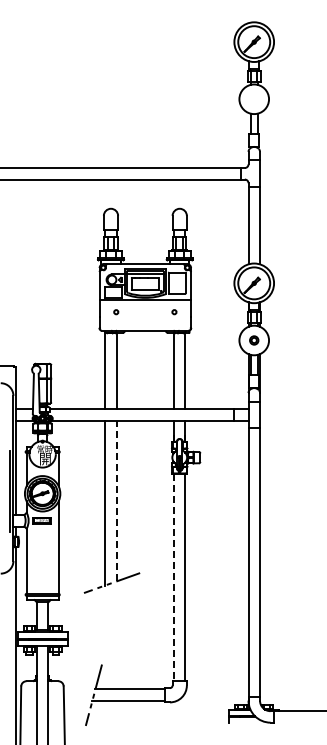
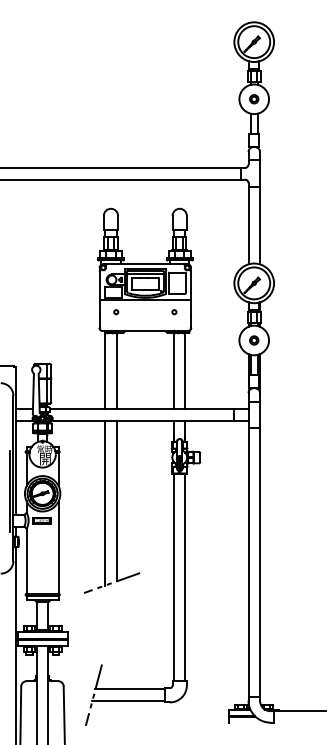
part at (254, 99): none -> present
line at (116, 500): dashed -> solid
line at (173, 577): dashed -> solid
